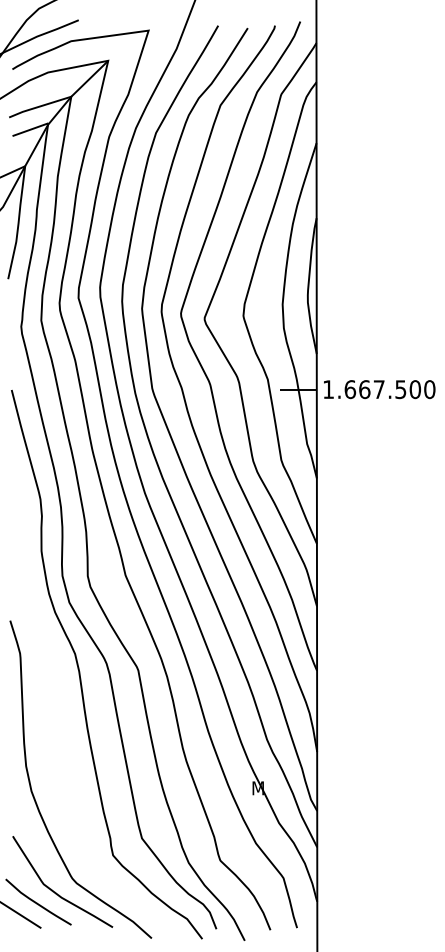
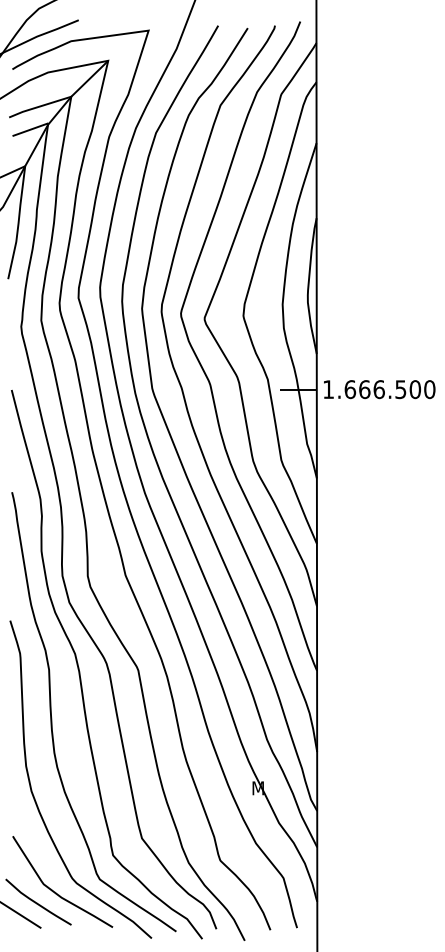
text at (378, 389): 1.667.500 -> 1.666.500
curve at (52, 717): none -> present
